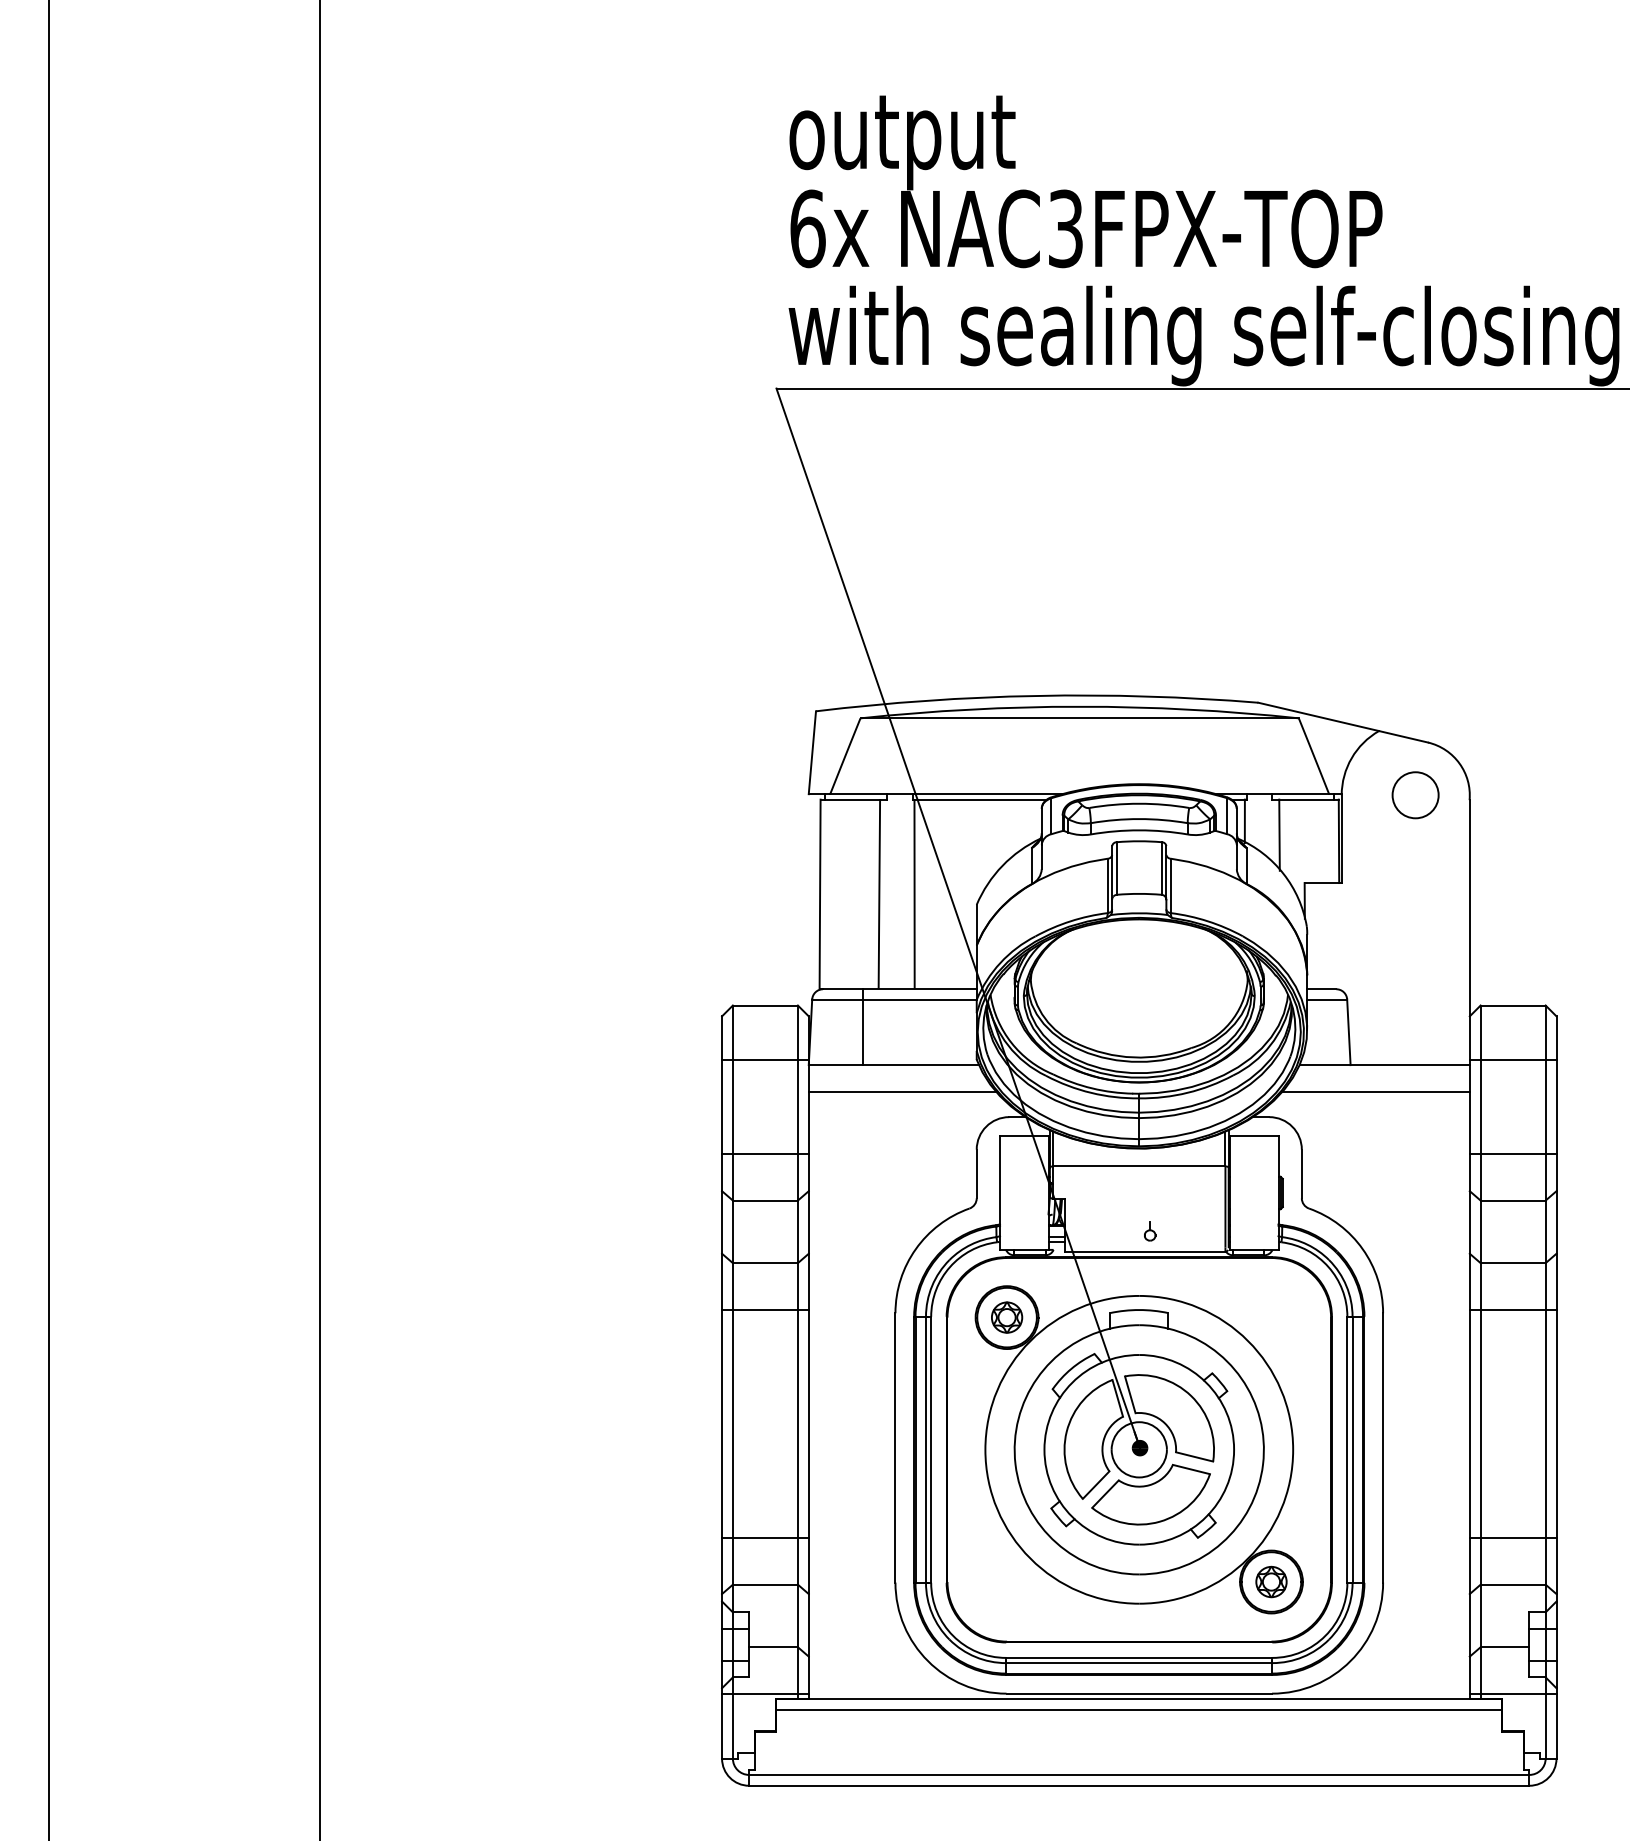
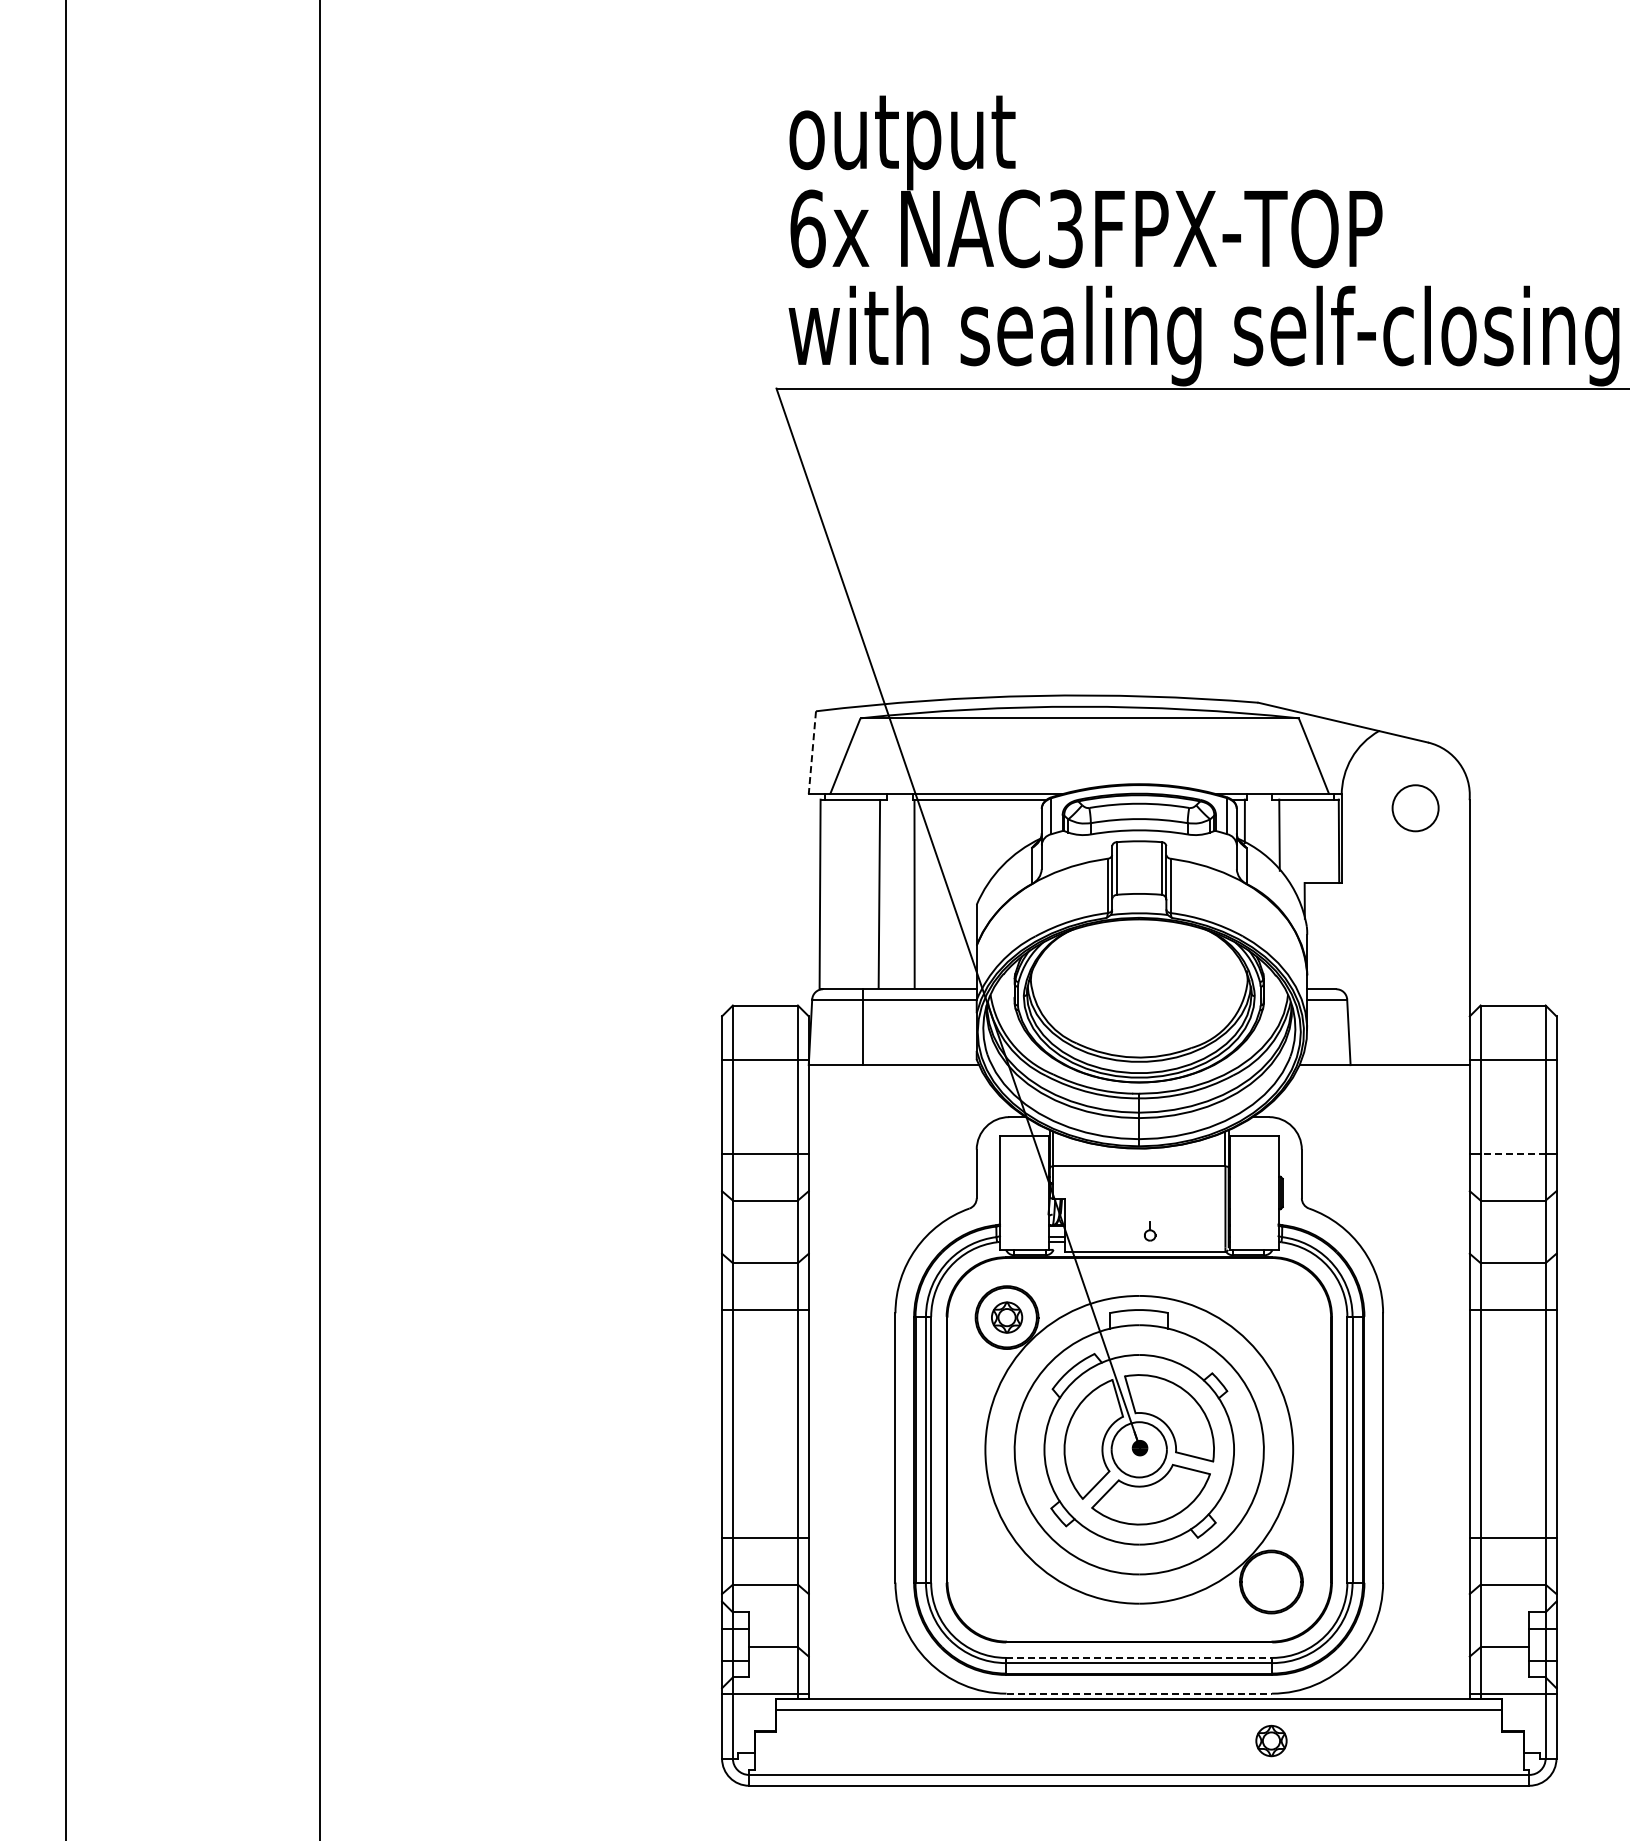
line at (812, 752): solid -> dashed
circle at (1415, 795) position: (1415, 795) -> (1415, 808)
line at (48, 919) position: (48, 919) -> (65, 919)
line at (902, 1092): present -> none
line at (1375, 1092): present -> none
line at (1513, 1153): solid -> dashed
part at (1271, 1581) position: (1271, 1581) -> (1271, 1740)
line at (1139, 1657): solid -> dashed
line at (1139, 1693): solid -> dashed
